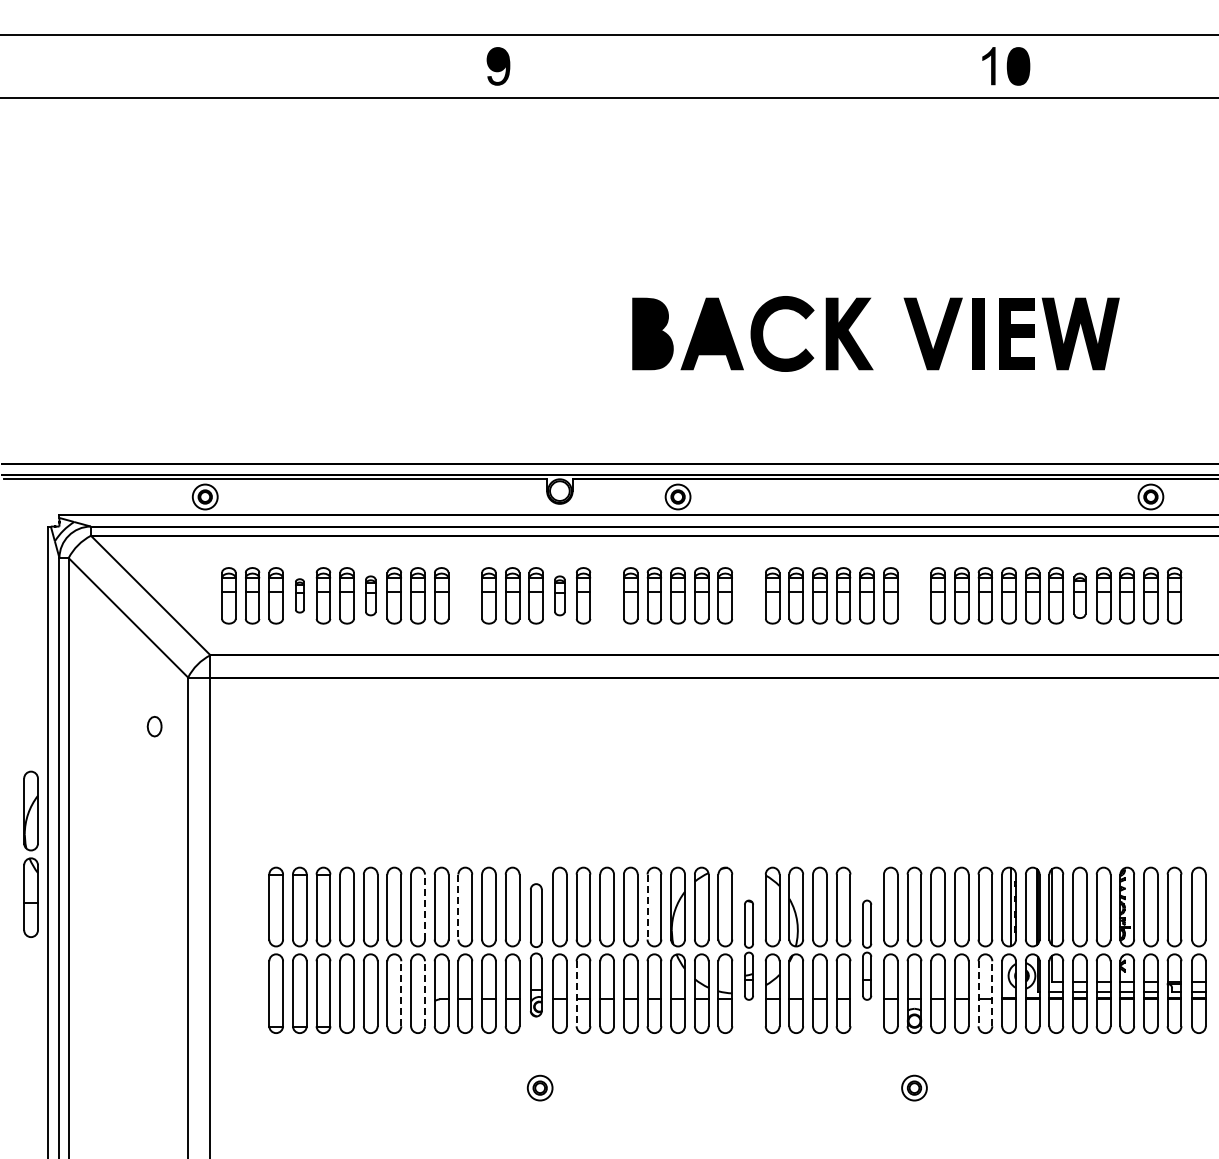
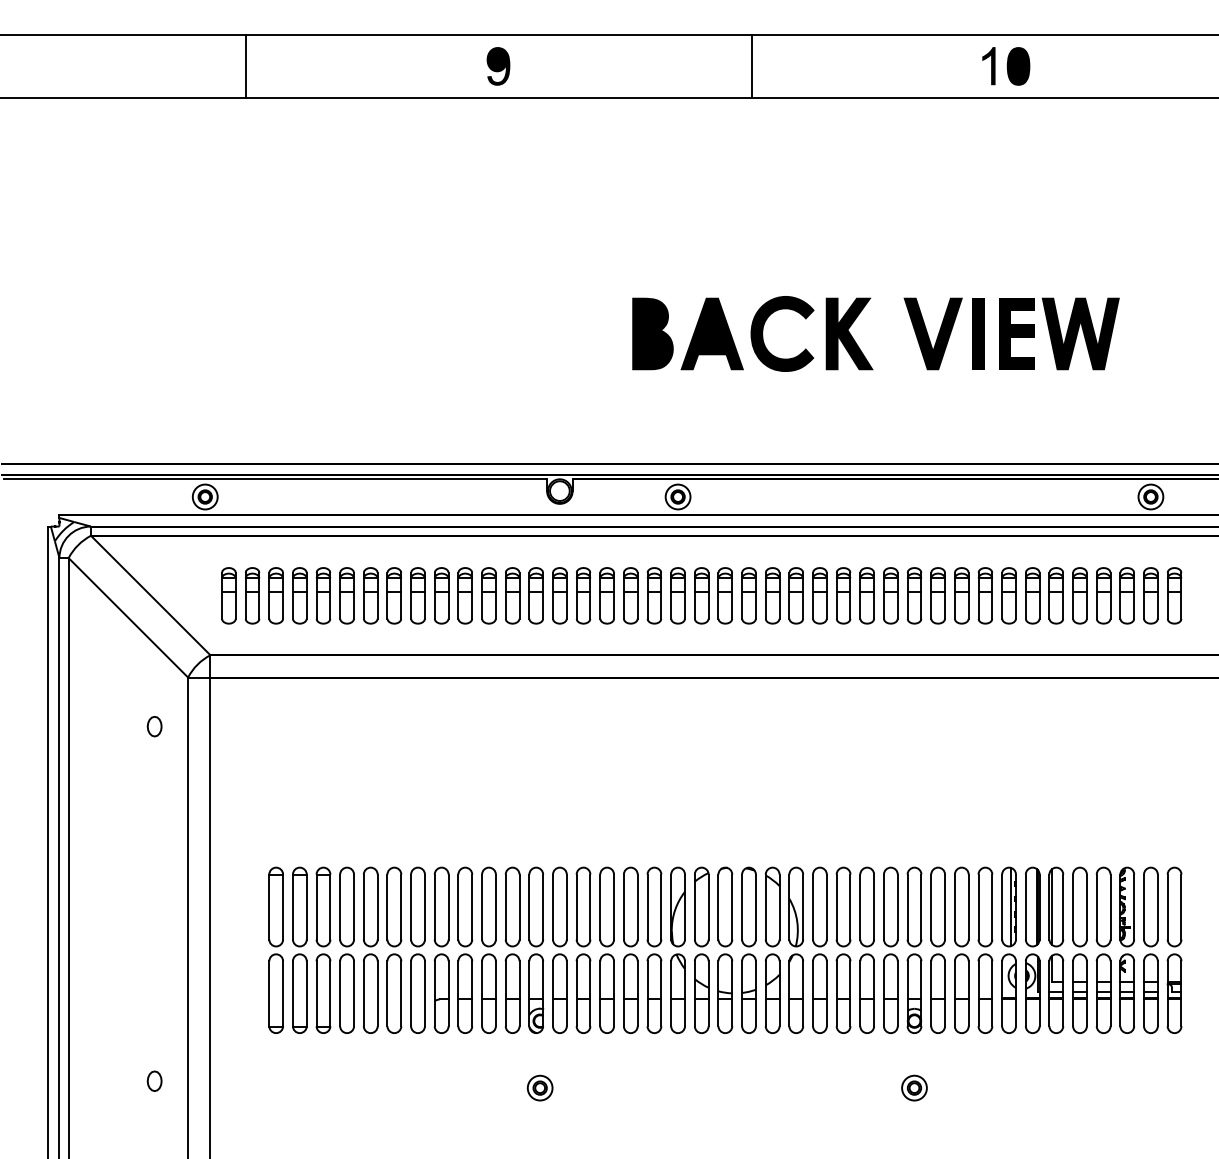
line at (246, 66): none -> present
line at (752, 66): none -> present
part at (299, 595) size: 10x36 px -> 16x58 px
part at (370, 595) size: 12x42 px -> 16x58 px
part at (464, 595): none -> present
part at (559, 595) size: 12x42 px -> 16x58 px
part at (606, 595): none -> present
part at (748, 595): none -> present
part at (914, 595): none -> present
part at (1079, 595) size: 14x47 px -> 16x58 px
part at (30, 853): present -> none
line at (424, 907): dashed -> solid
line at (458, 907): dashed -> solid
line at (647, 907): dashed -> solid
part at (748, 949) size: 10x102 px -> 16x168 px
part at (867, 949) size: 11x102 px -> 16x168 px
part at (1198, 949): present -> none
part at (536, 950) size: 13x135 px -> 17x168 px
line at (401, 993): dashed -> solid
line at (424, 993): dashed -> solid
line at (576, 993): dashed -> solid
line at (978, 993): dashed -> solid
line at (992, 993): dashed -> solid
part at (154, 1080): none -> present
